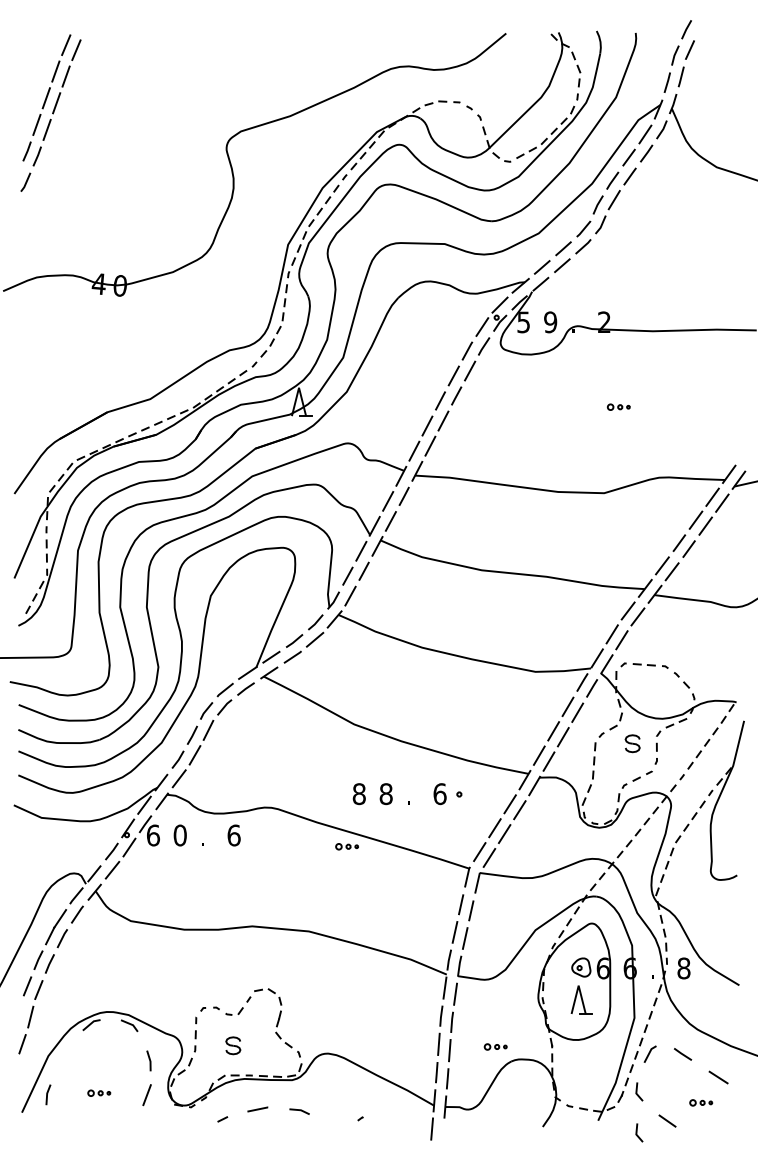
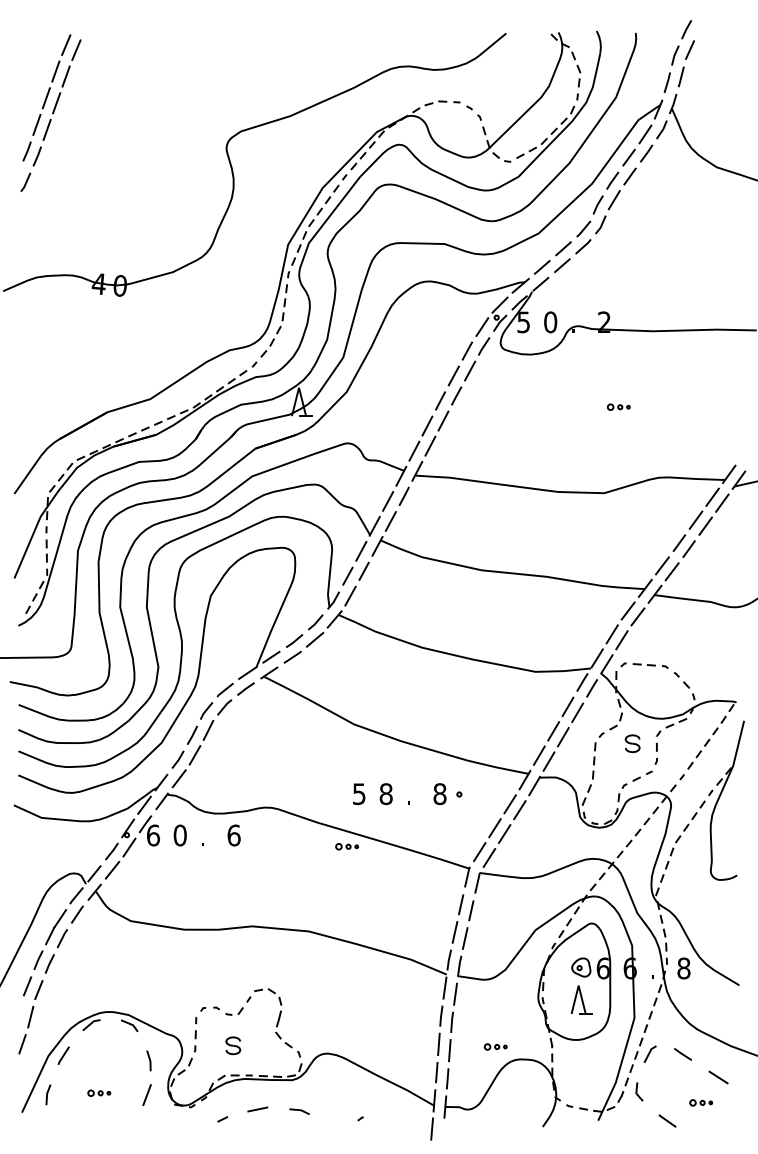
text at (550, 322): 9 -> 0
text at (439, 793): 6 -> 8
text at (358, 794): 8 -> 5
line at (63, 1055): none -> present
line at (637, 1132): present -> none
